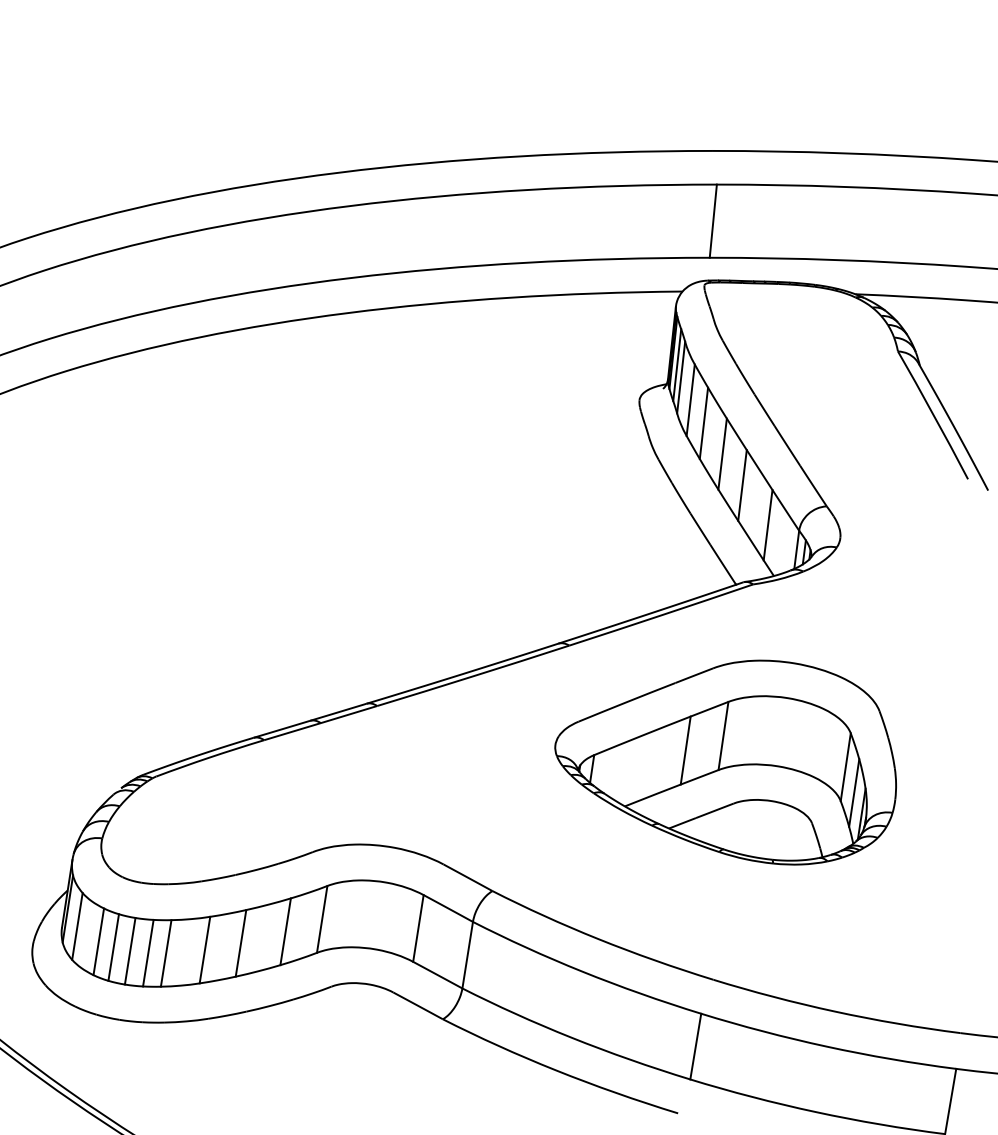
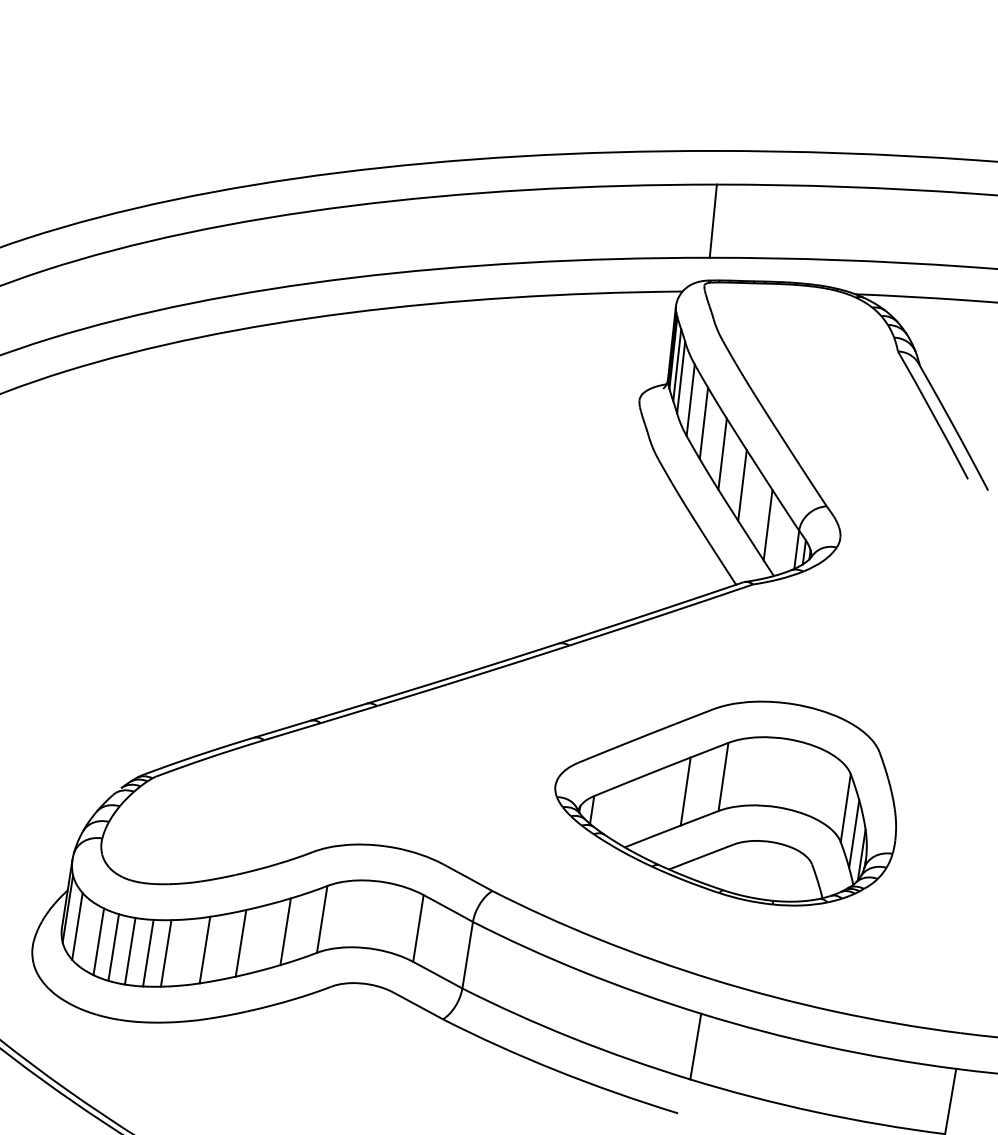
part at (725, 762) position: (725, 762) -> (725, 803)
